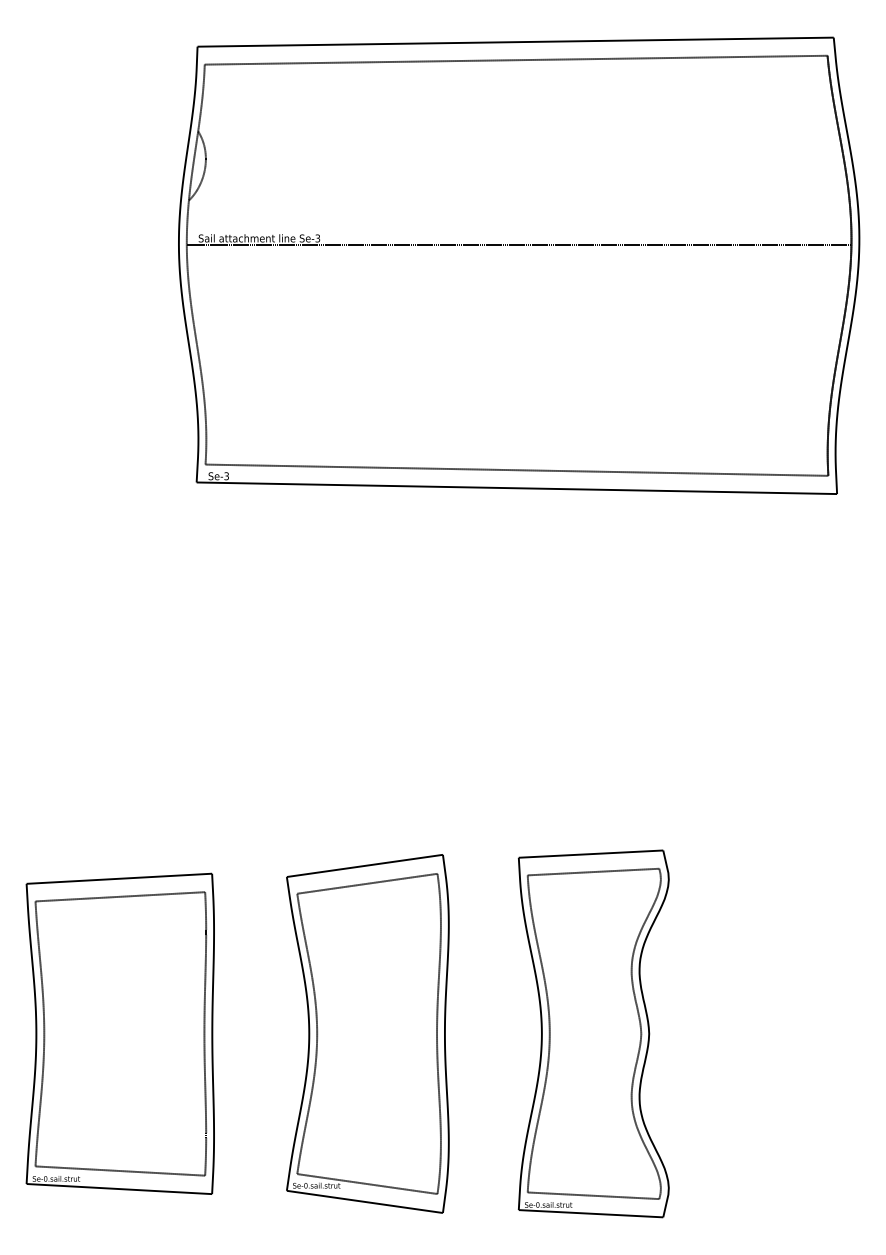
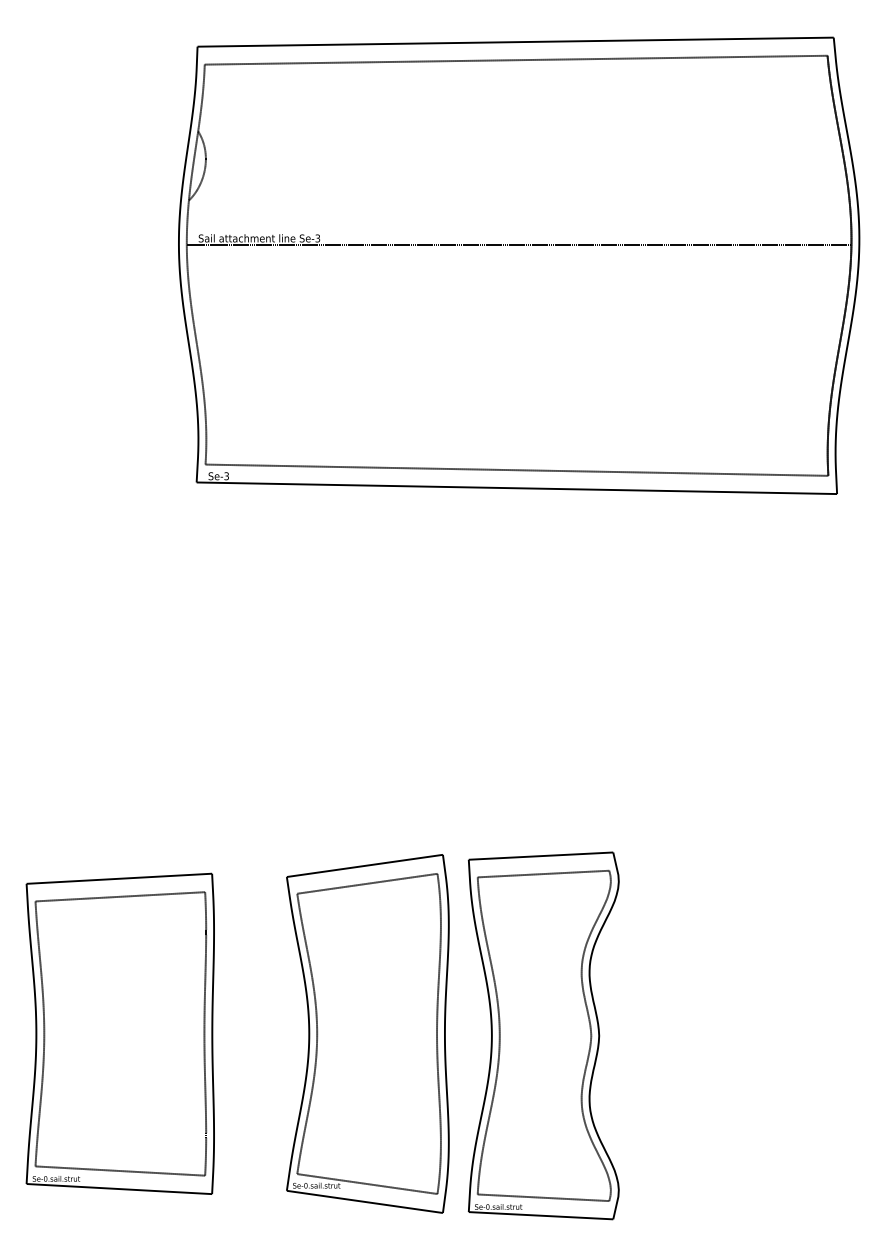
part at (593, 1033) position: (593, 1033) -> (543, 1035)
